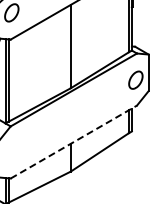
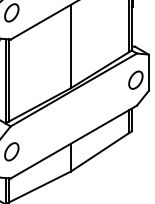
line at (73, 142): dashed -> solid
part at (11, 151): none -> present
